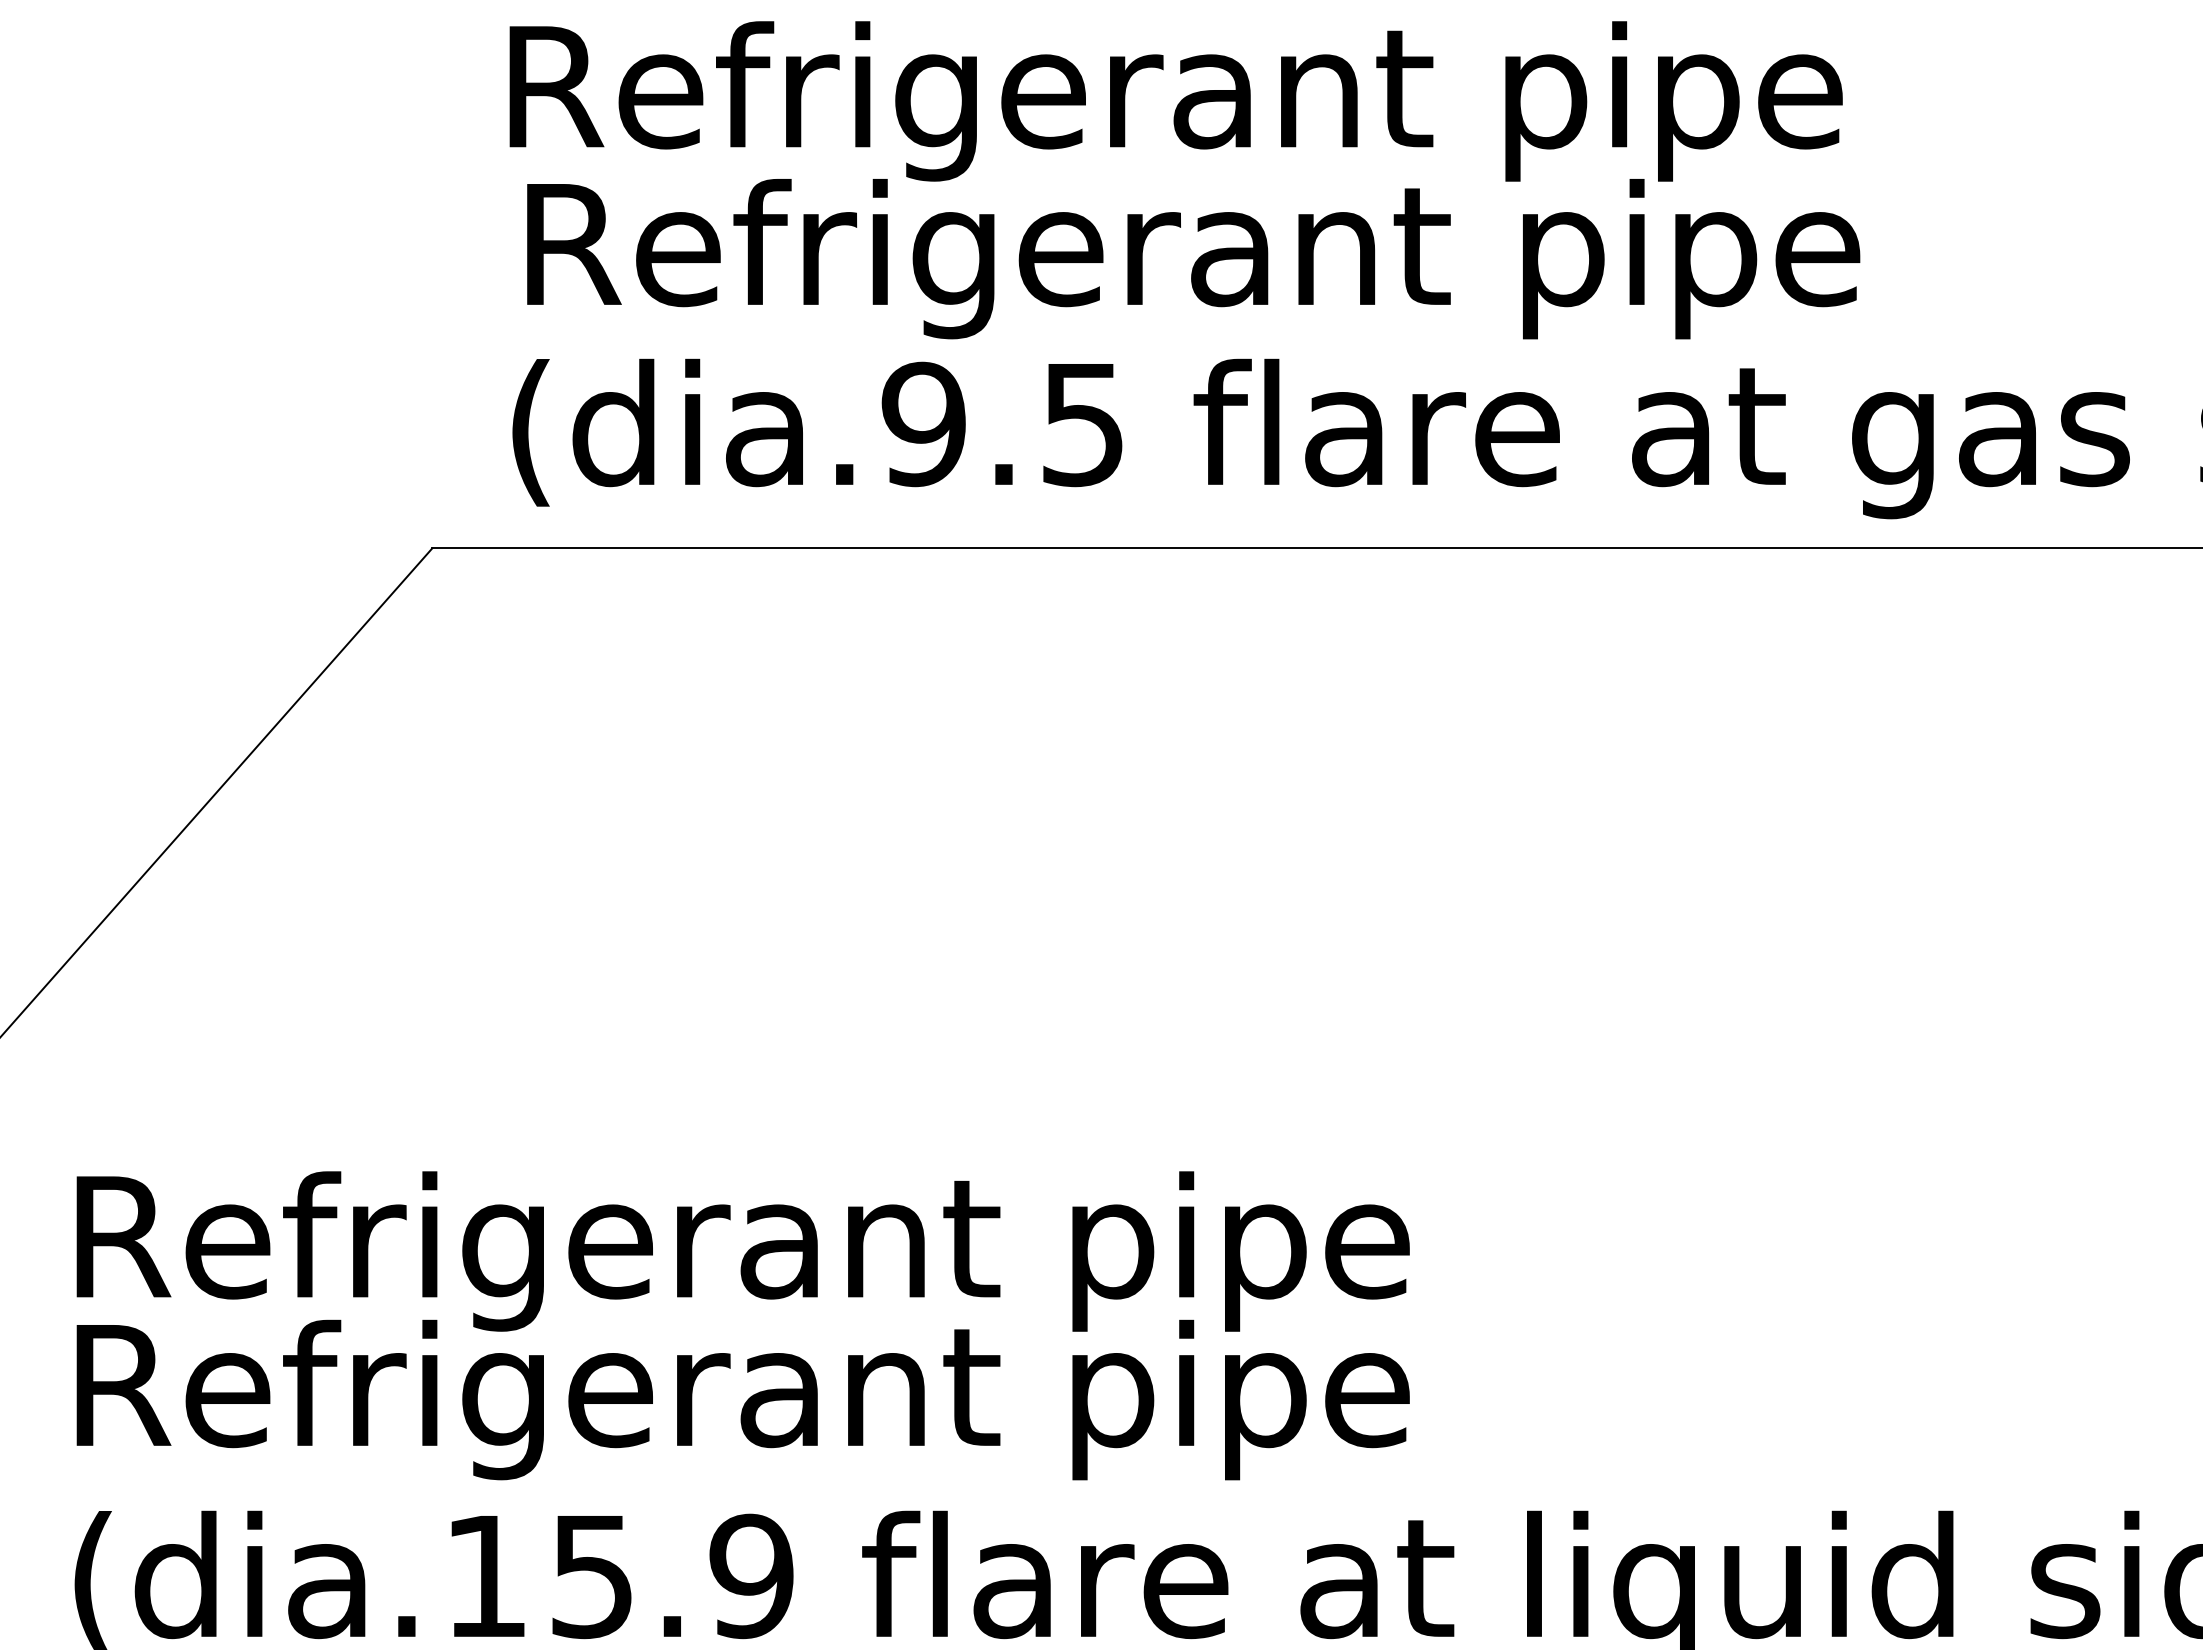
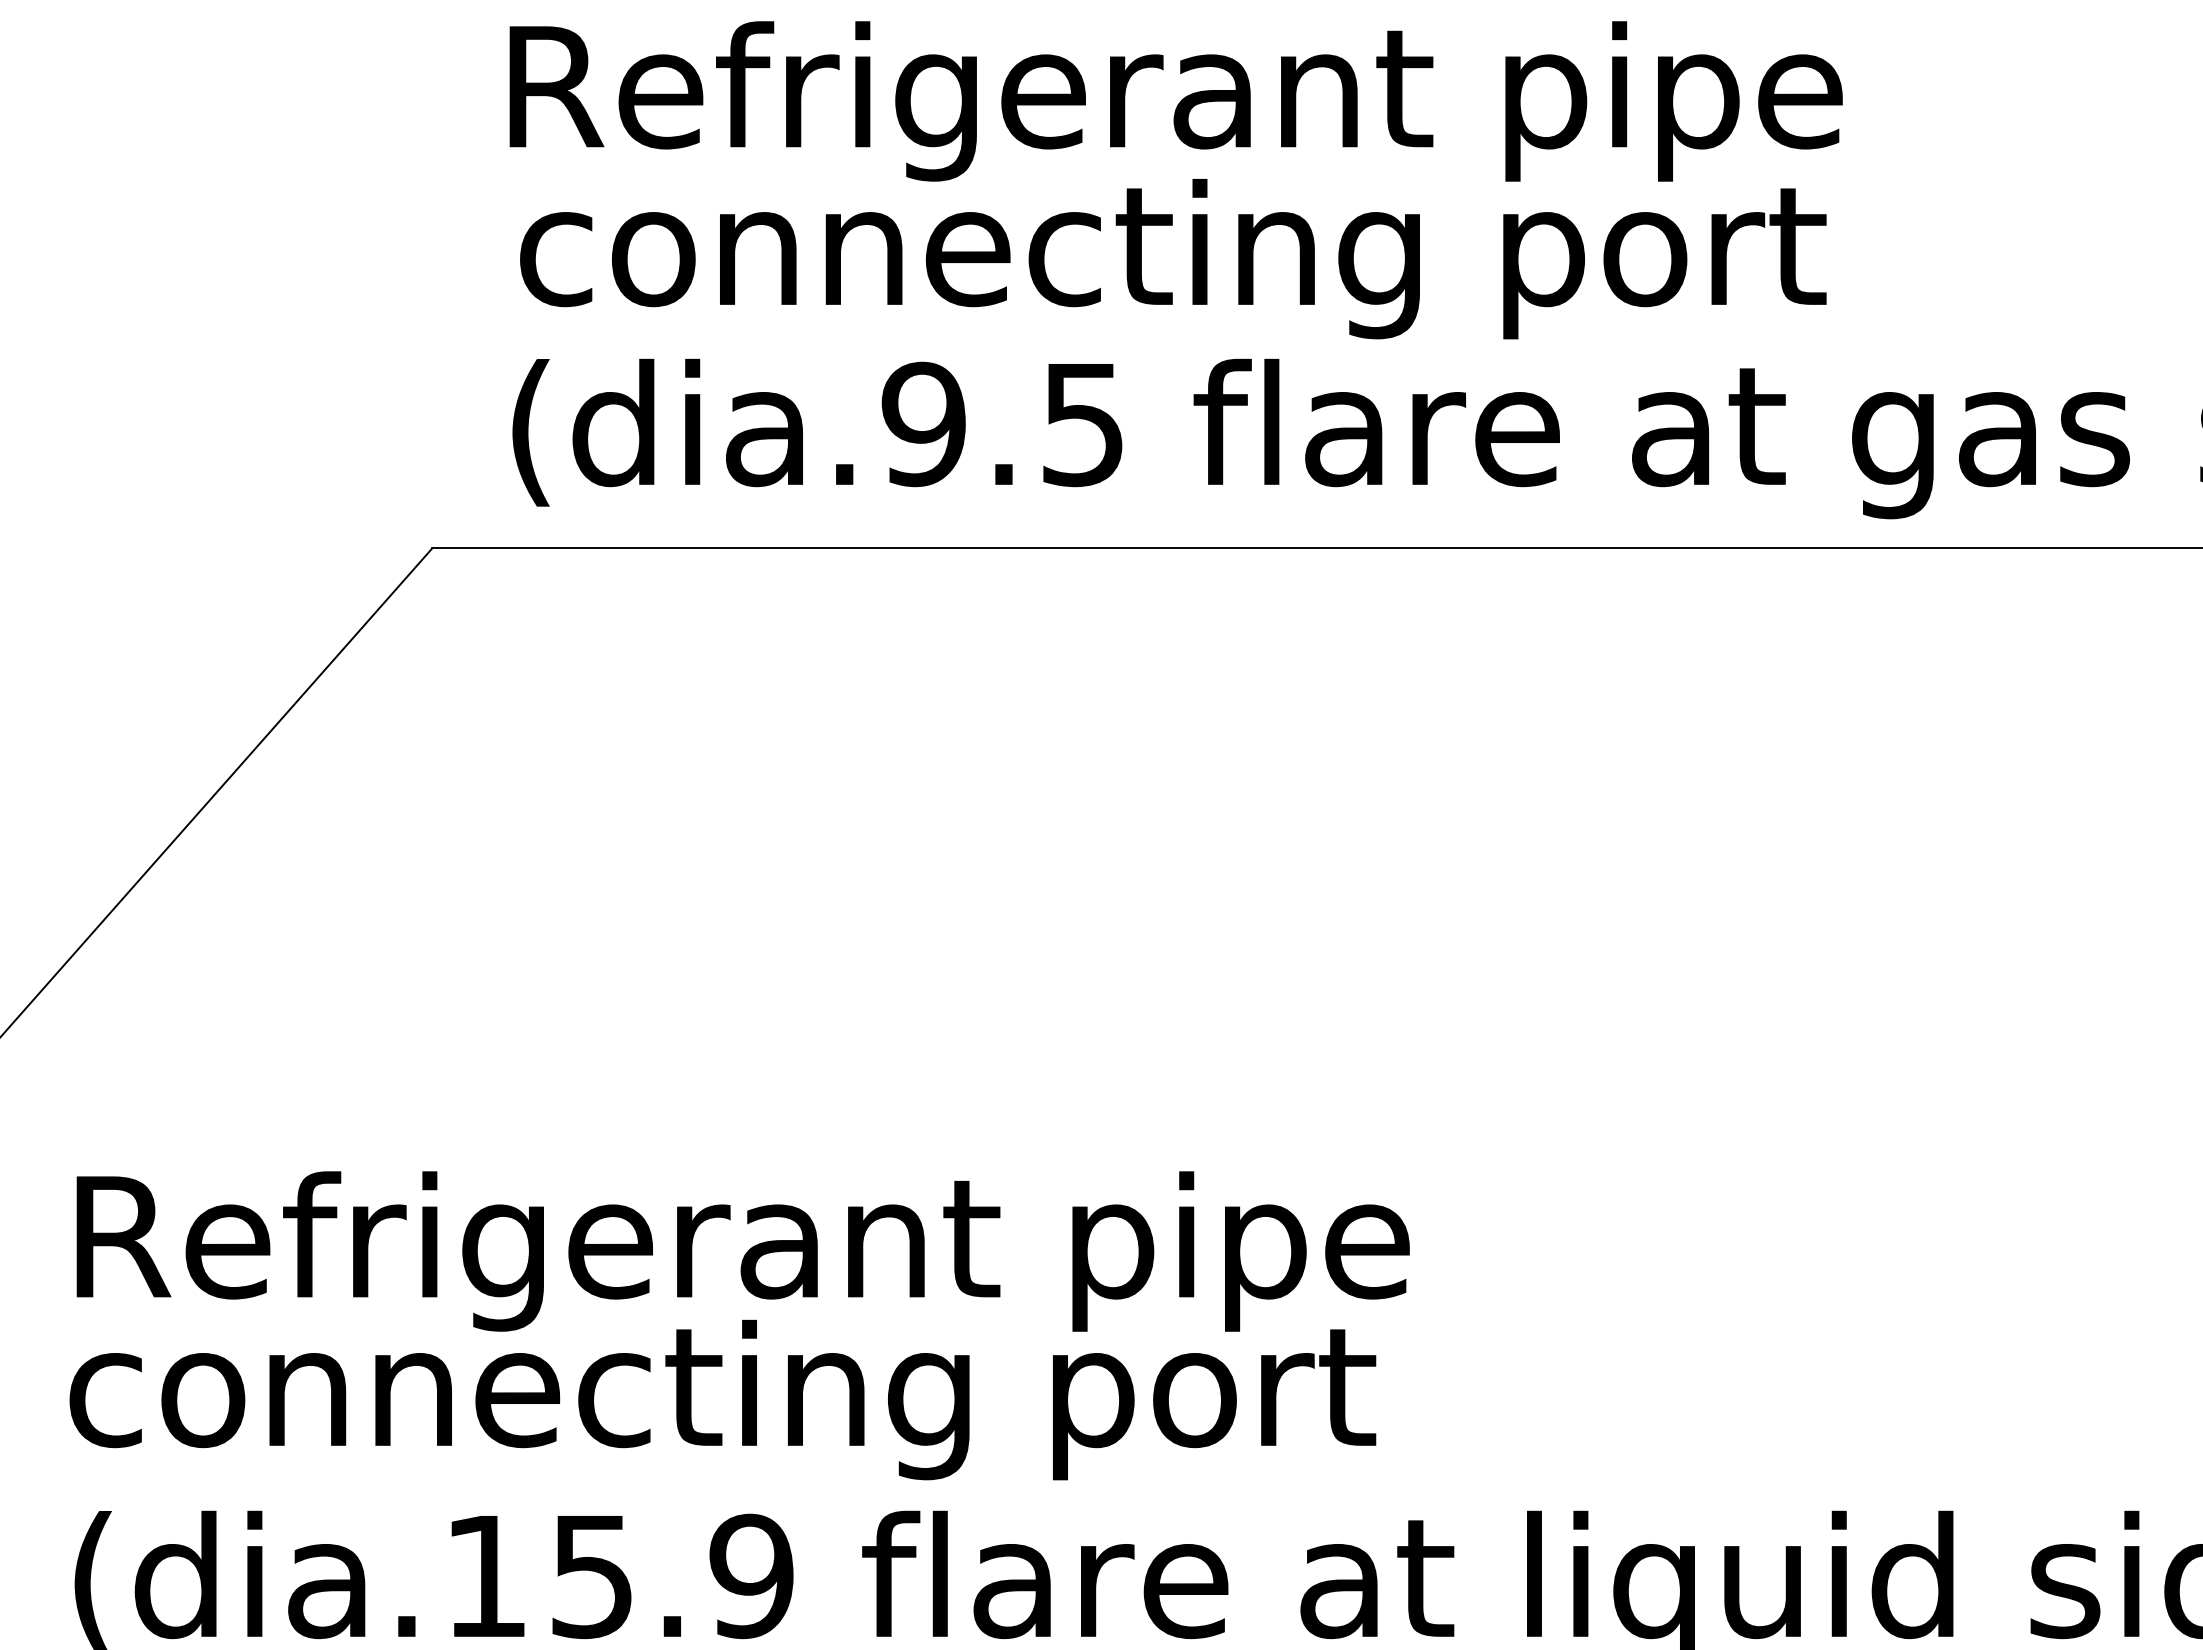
text at (1190, 259): Refrigerant pipe -> connecting port
text at (739, 1399): Refrigerant pipe -> connecting port
